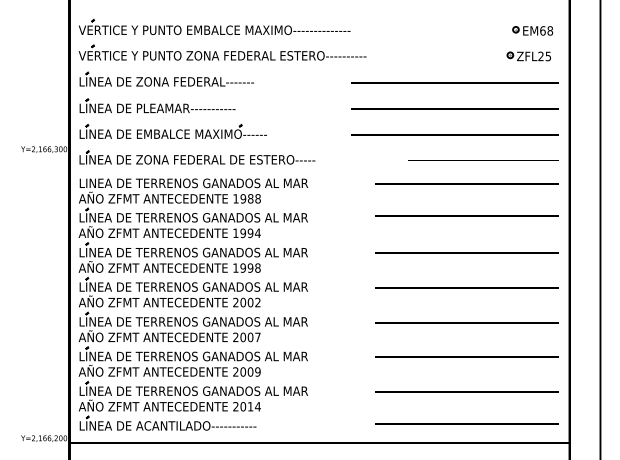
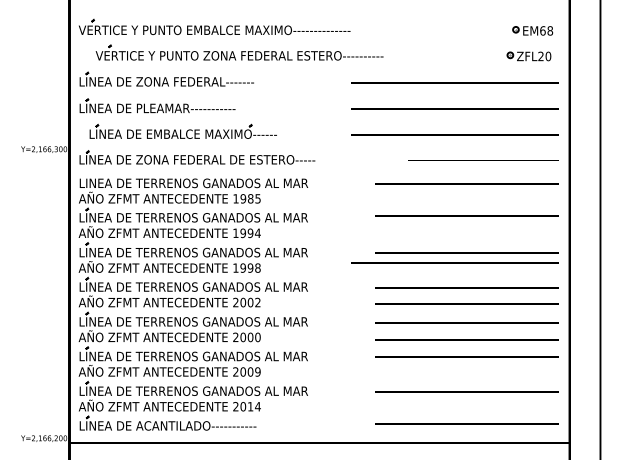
part at (222, 52) position: (222, 52) -> (239, 52)
text at (548, 56): ZFL25 -> ZFL20
part at (172, 130) position: (172, 130) -> (182, 130)
text at (257, 198): 1988 -> 1985
line at (454, 262): none -> present
line at (466, 303): none -> present
text at (257, 337): 2007 -> 2000
line at (466, 339): none -> present
